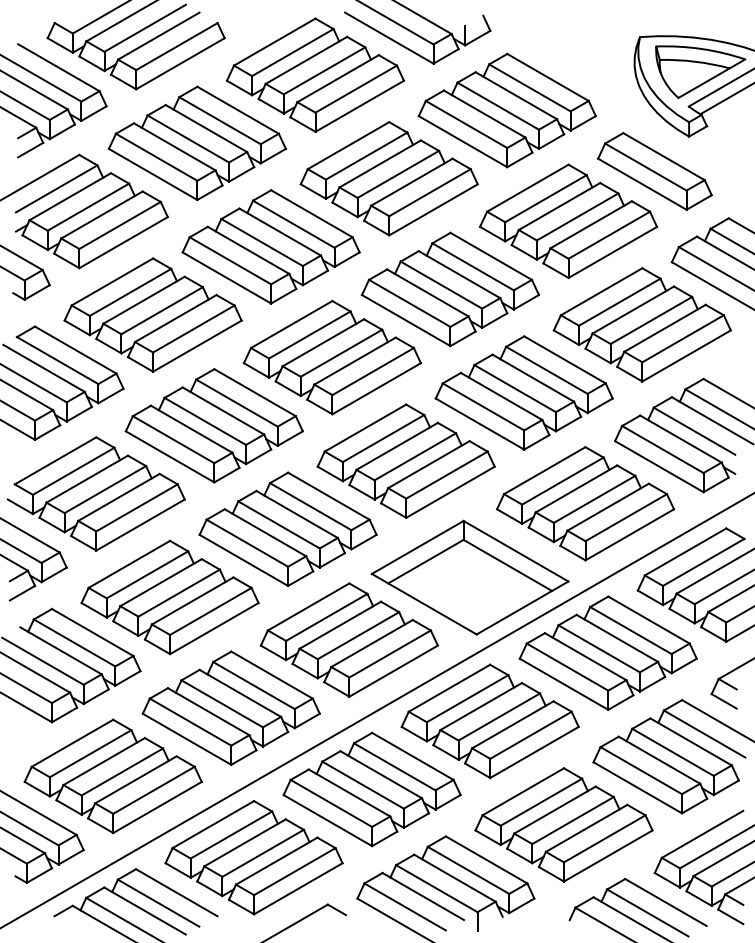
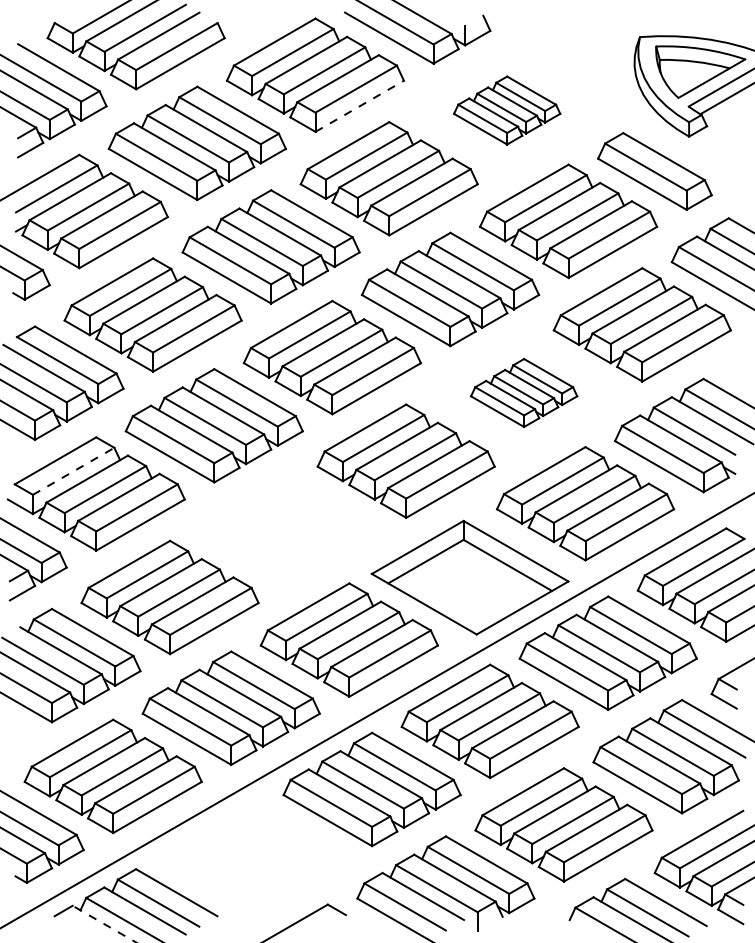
line at (360, 106): solid -> dashed
part at (506, 110) size: 180x117 px -> 109x71 px
part at (523, 392) size: 180x116 px -> 109x71 px
line at (74, 471): solid -> dashed
part at (287, 528): present -> none
part at (253, 857): present -> none
line at (104, 924): solid -> dashed
